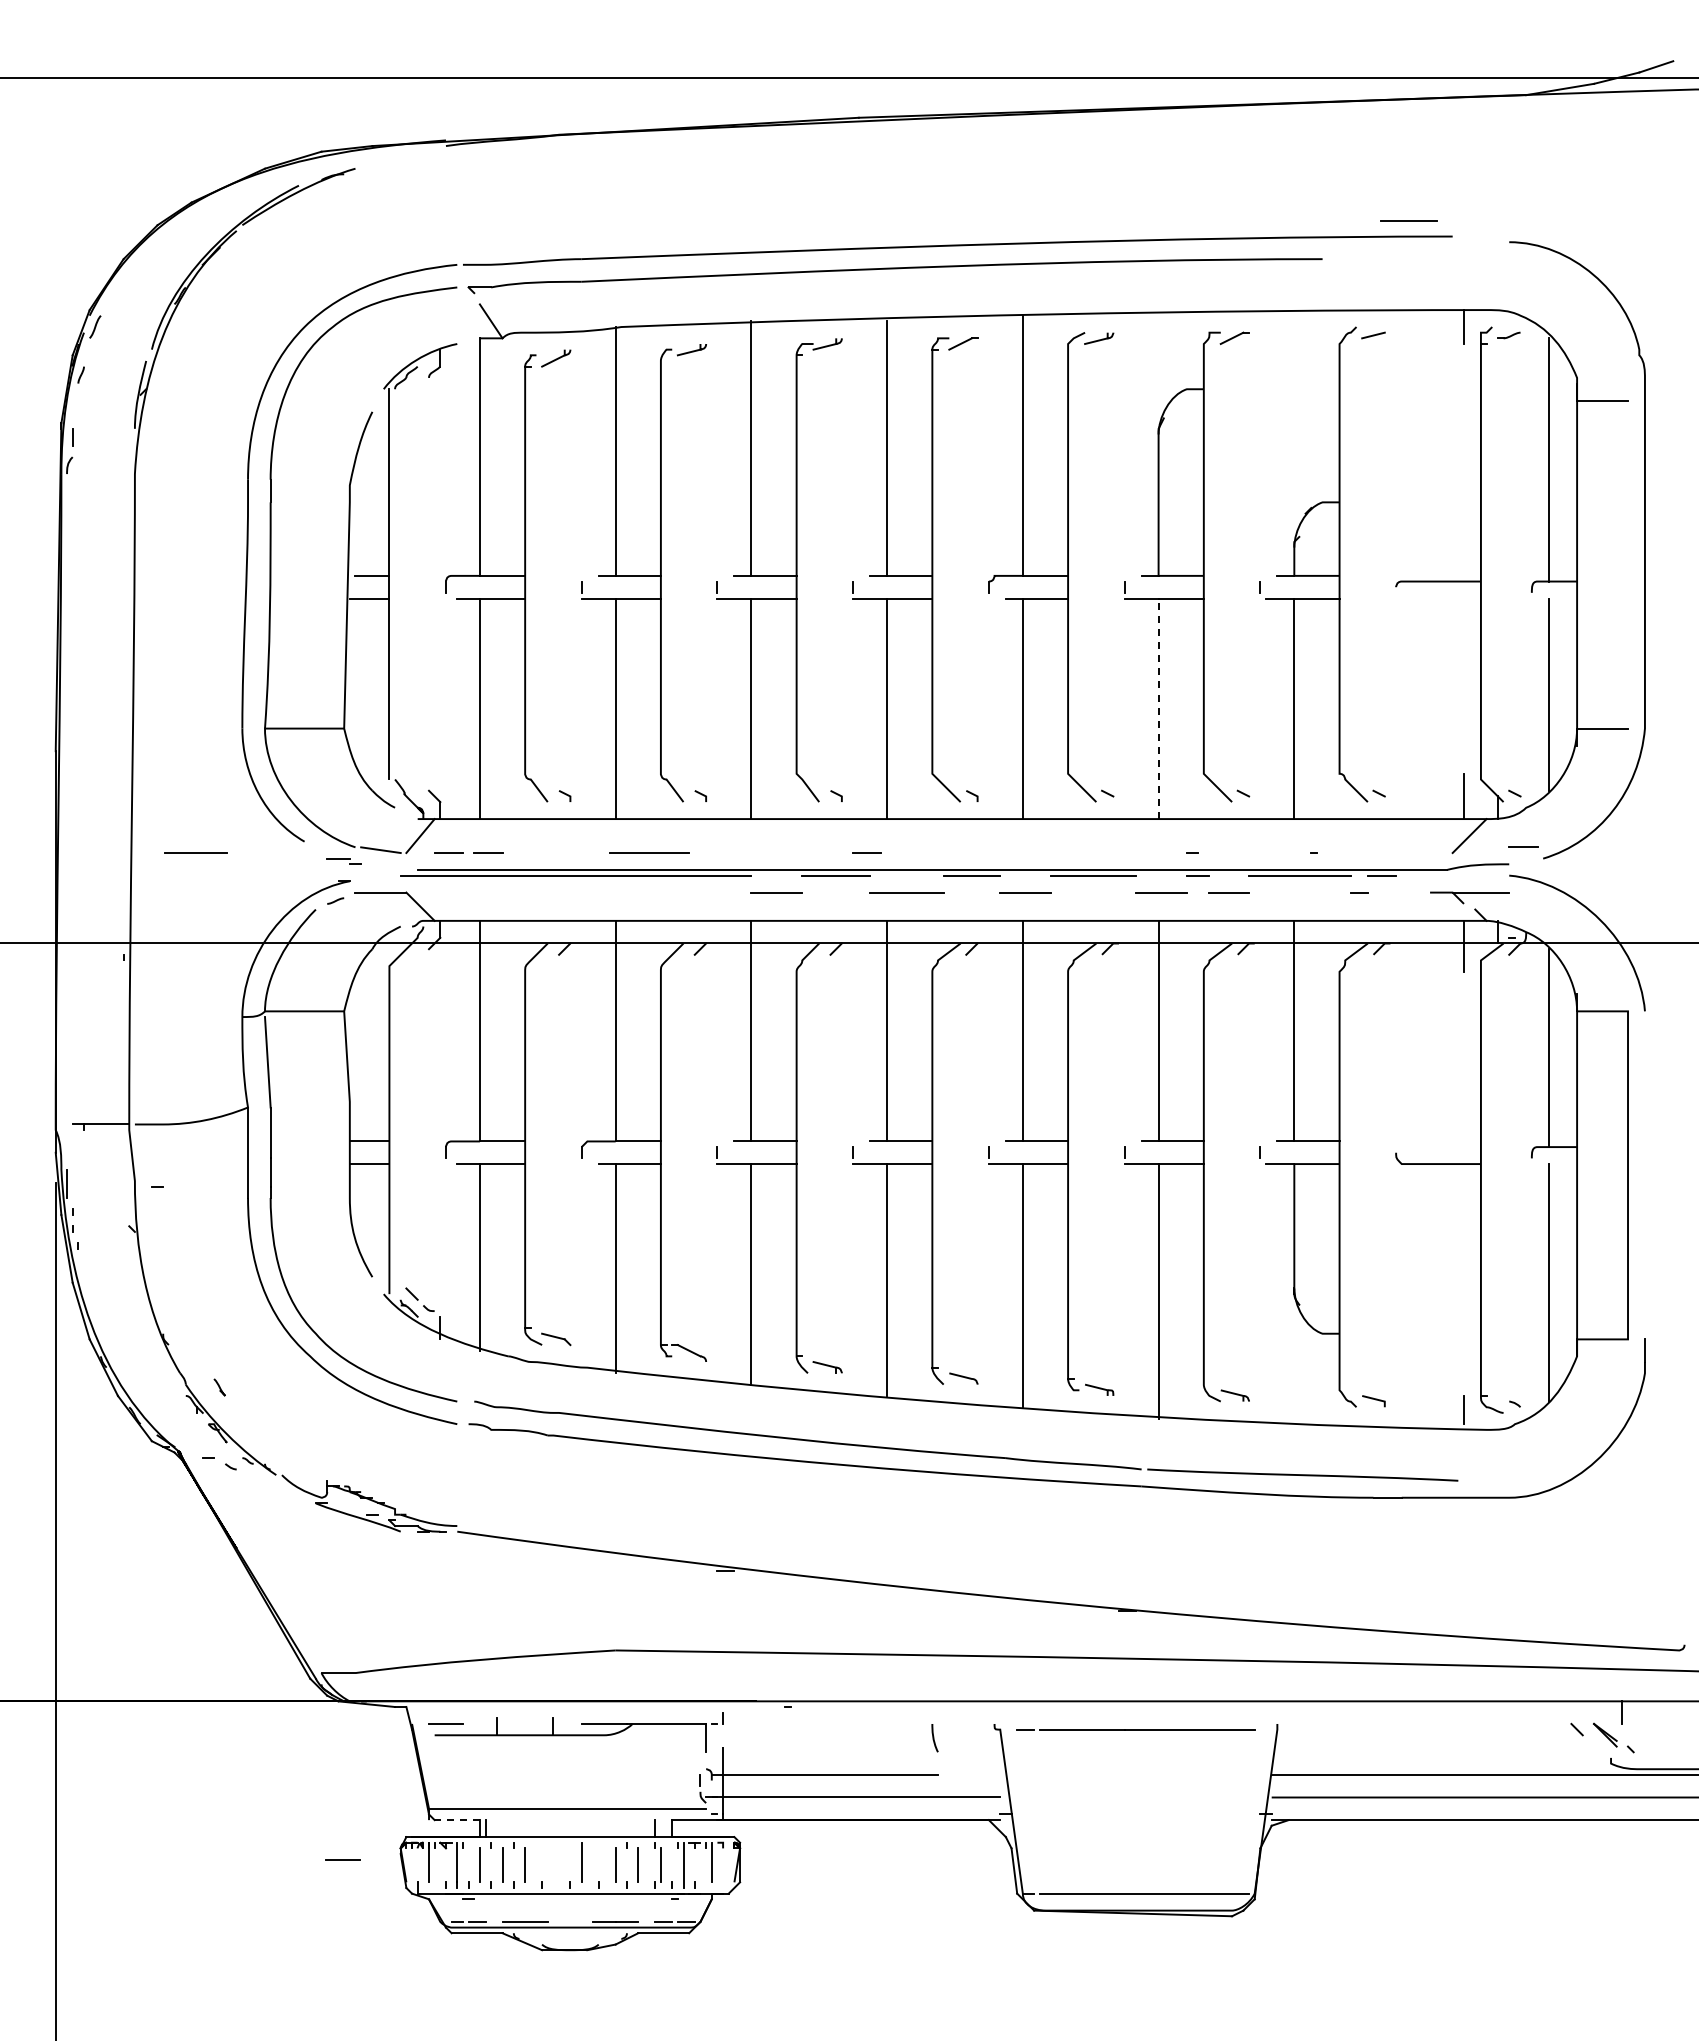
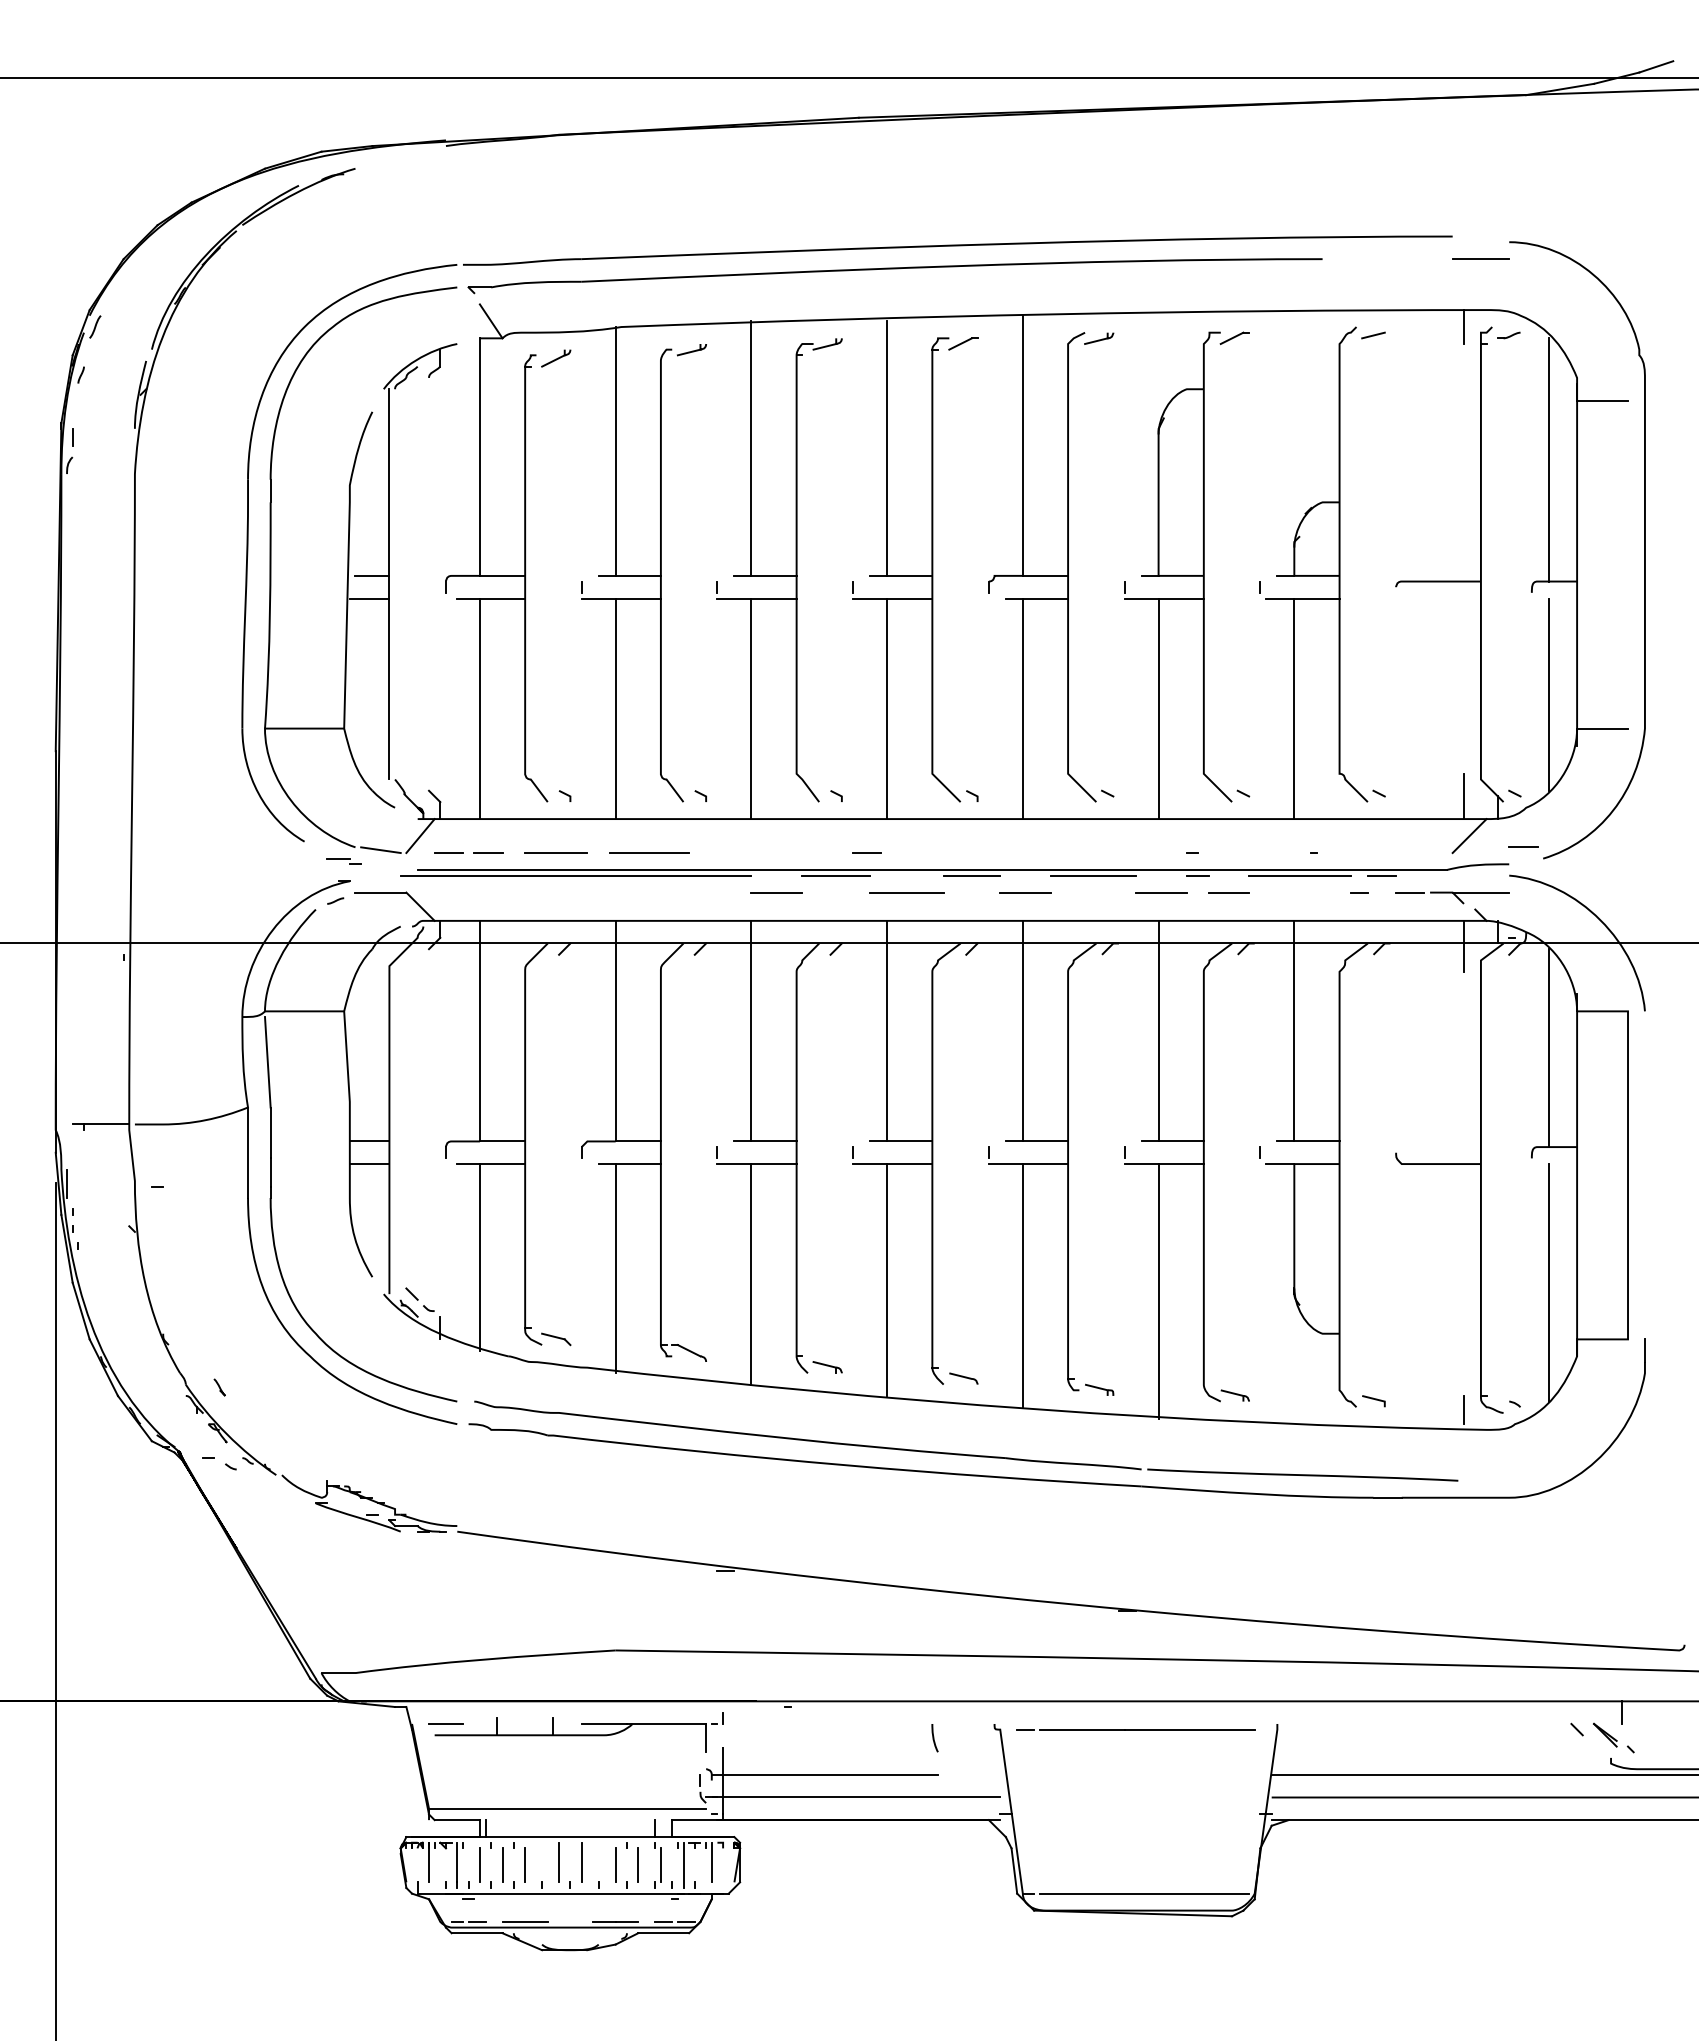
line at (1408, 220) position: (1408, 220) -> (1480, 258)
line at (1158, 708): dashed -> solid
line at (195, 852) position: (195, 852) -> (555, 852)
line at (1410, 892): none -> present
line at (457, 1820): dashed -> solid
line at (342, 1859): present -> none
line at (559, 1862): none -> present
